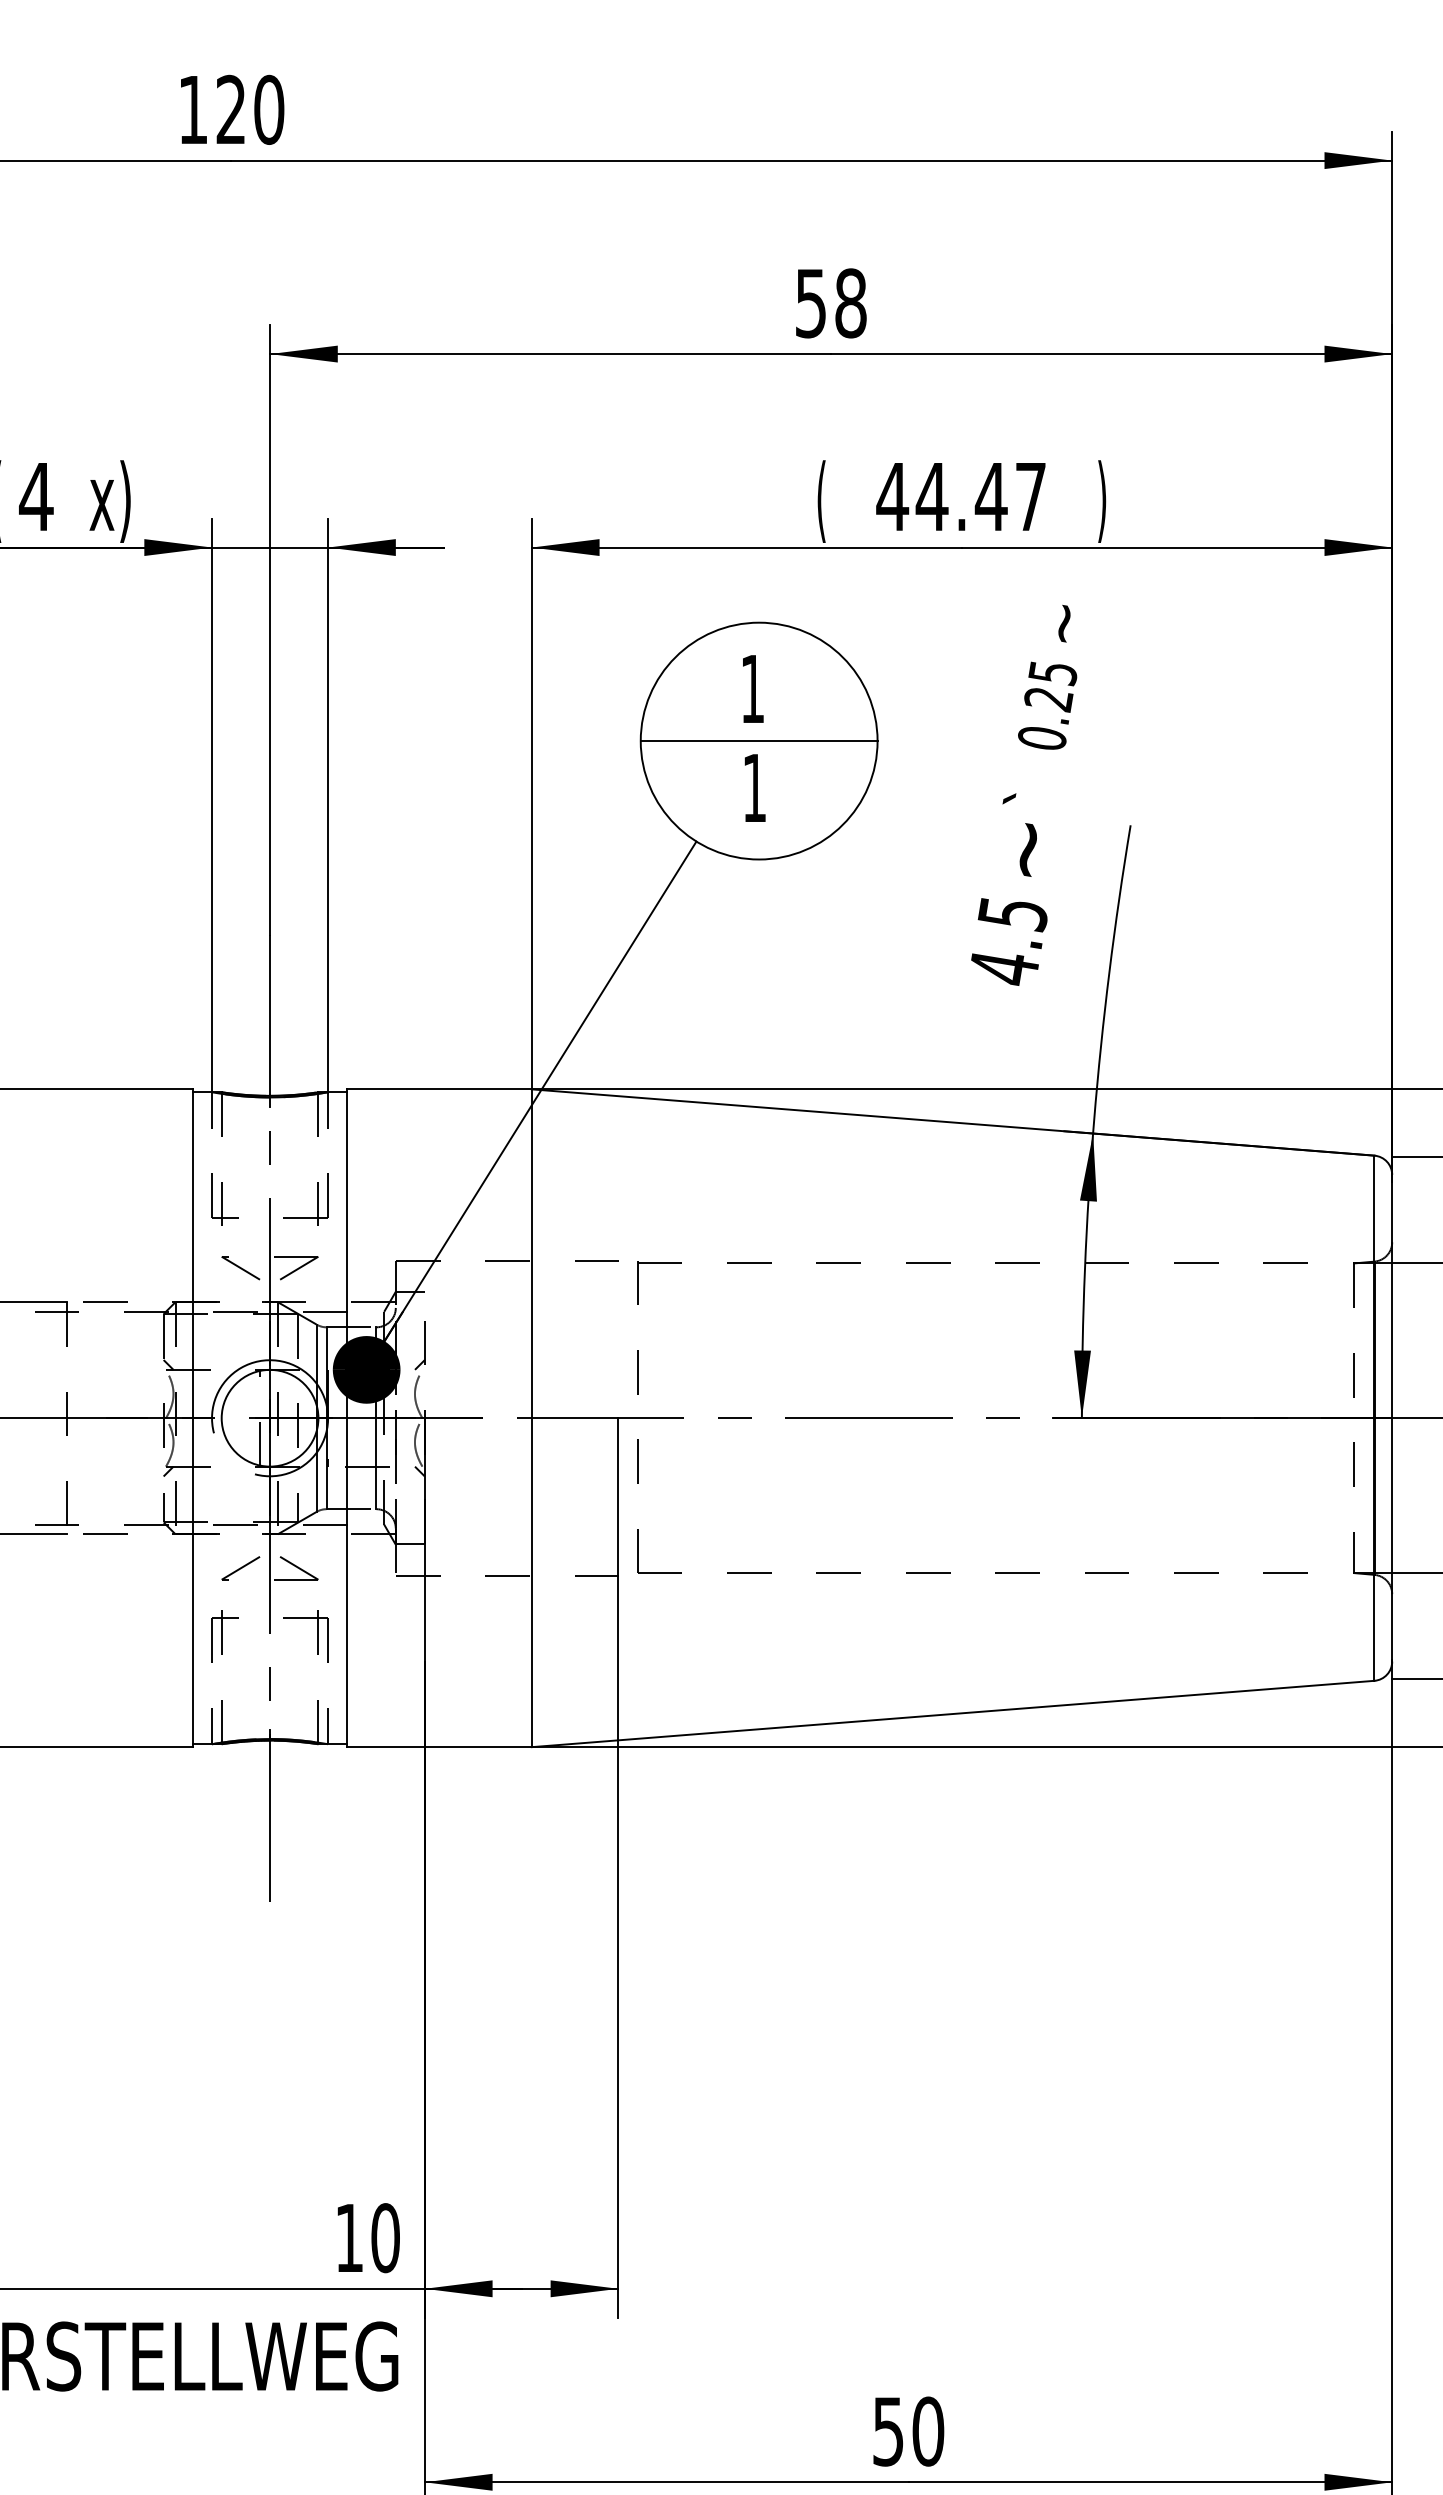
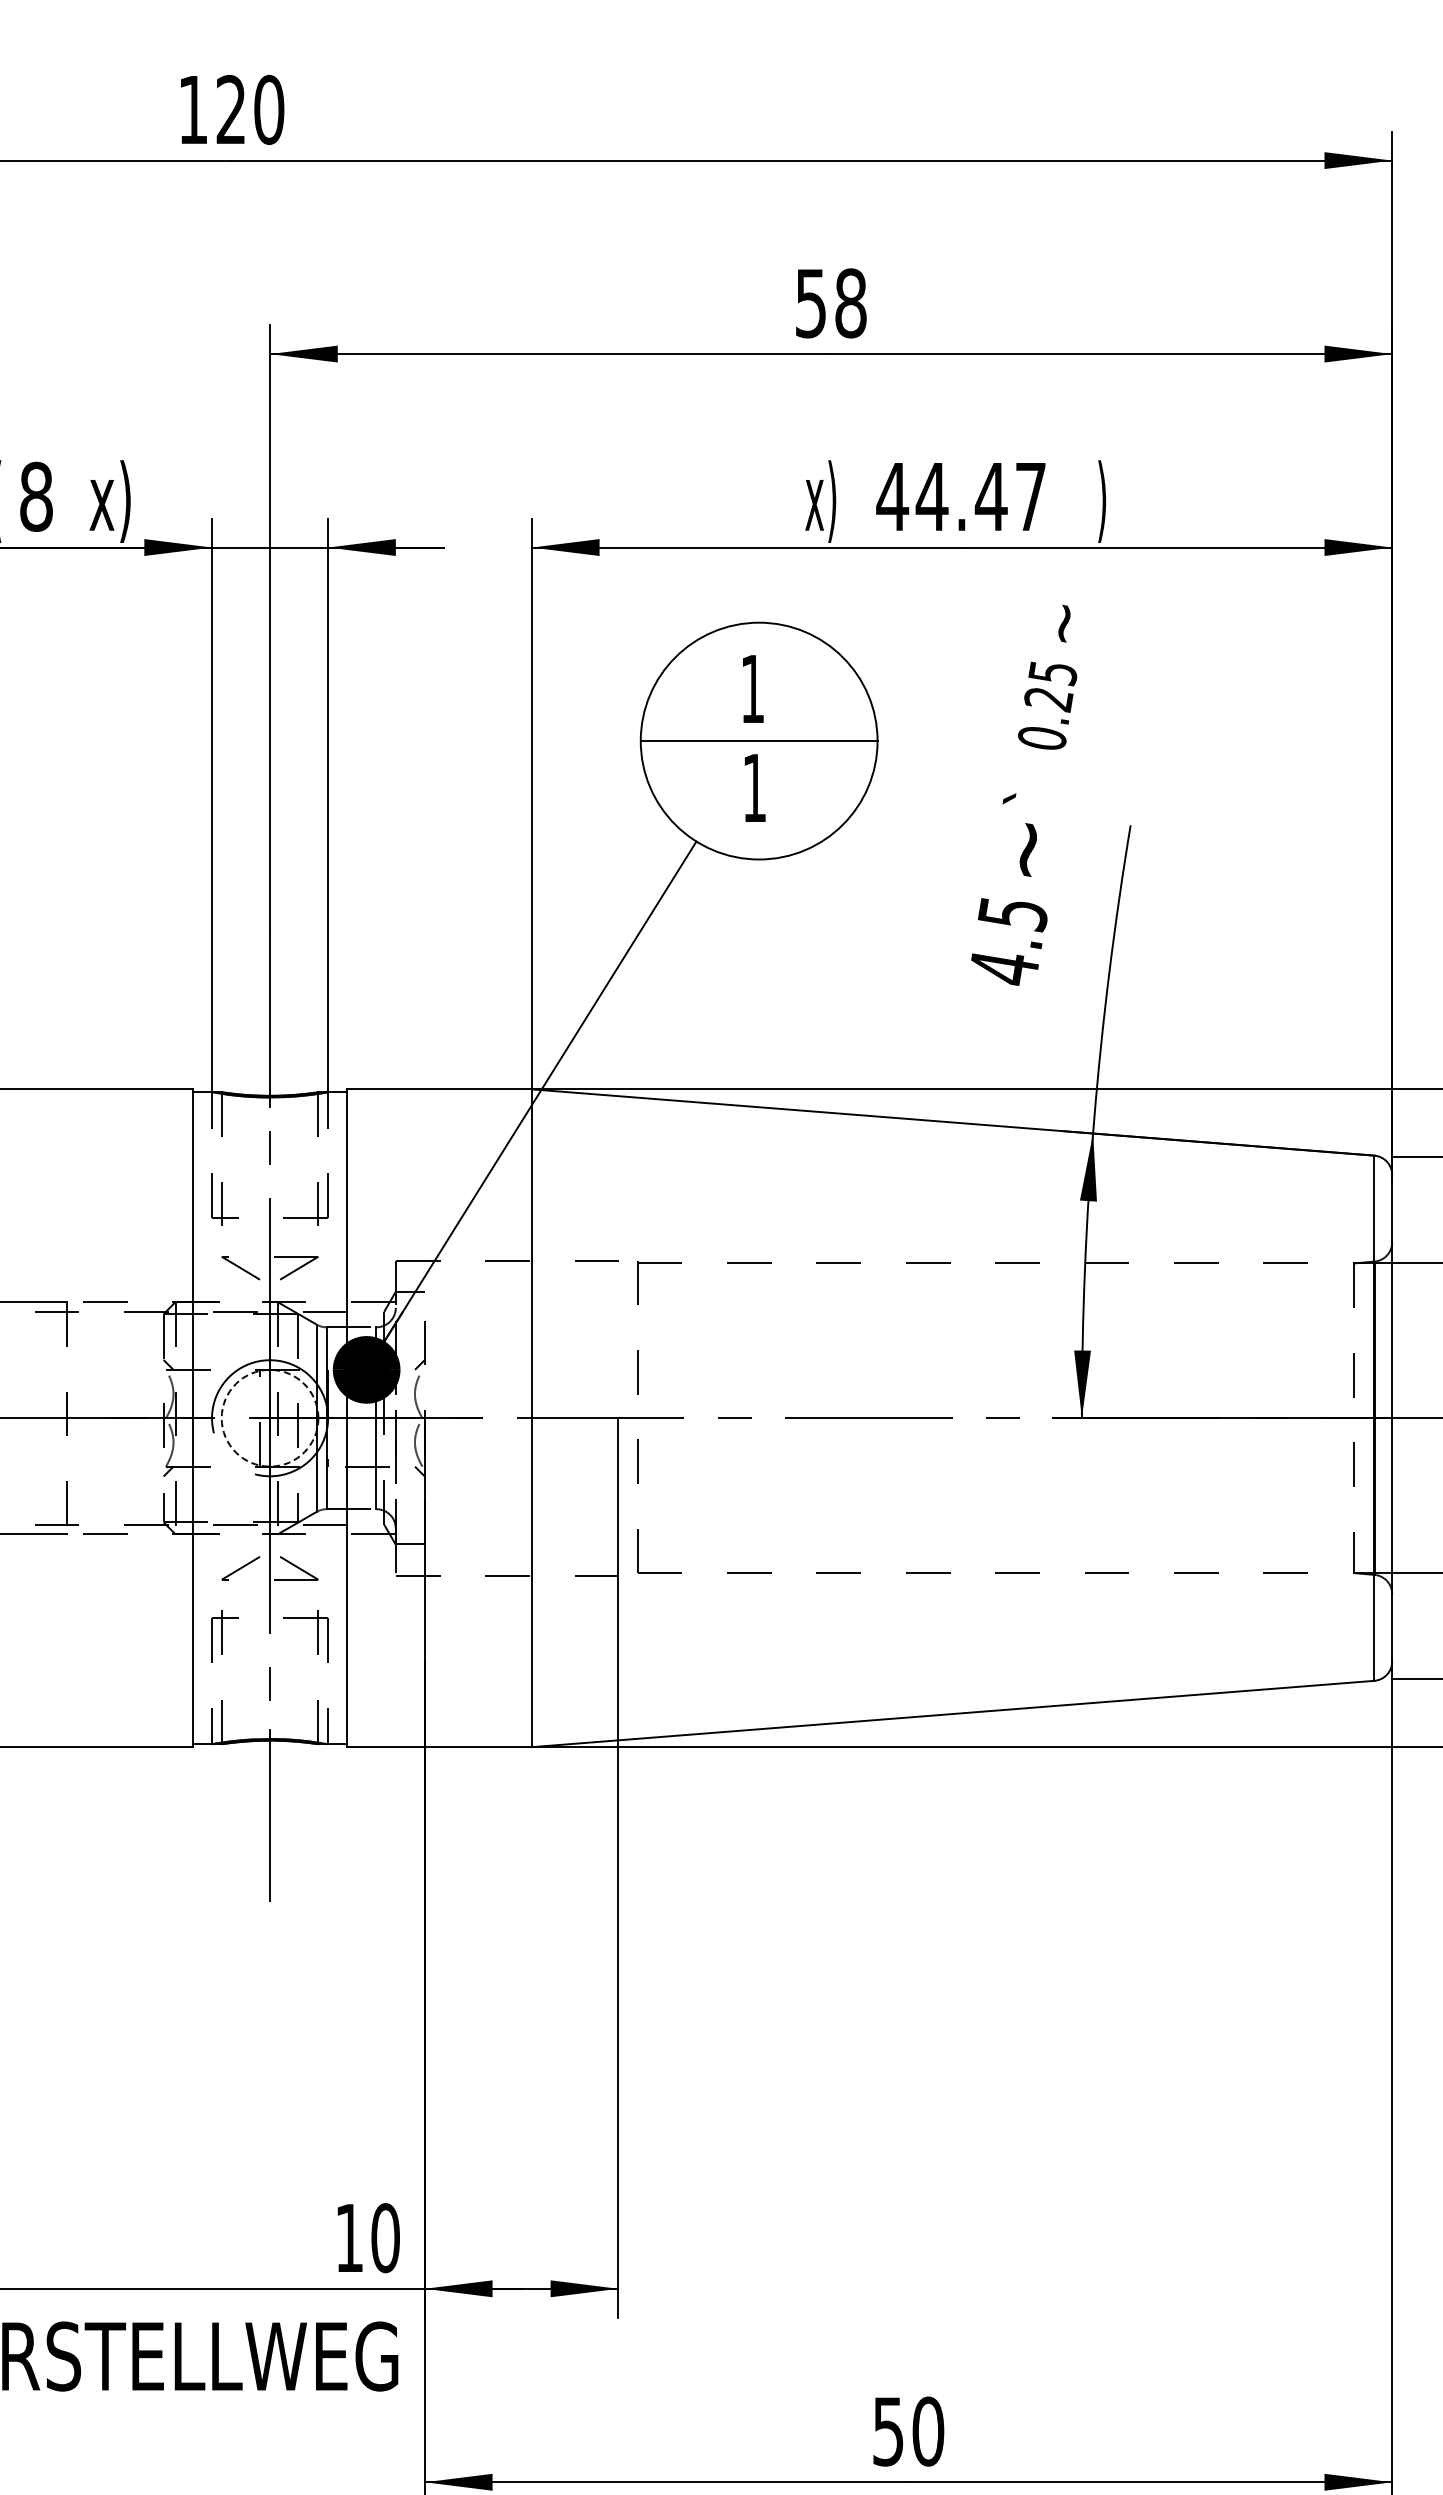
text at (36, 496): 4 -> 8
text at (820, 501): ( -> x)
circle at (269, 1417): solid -> dashed
